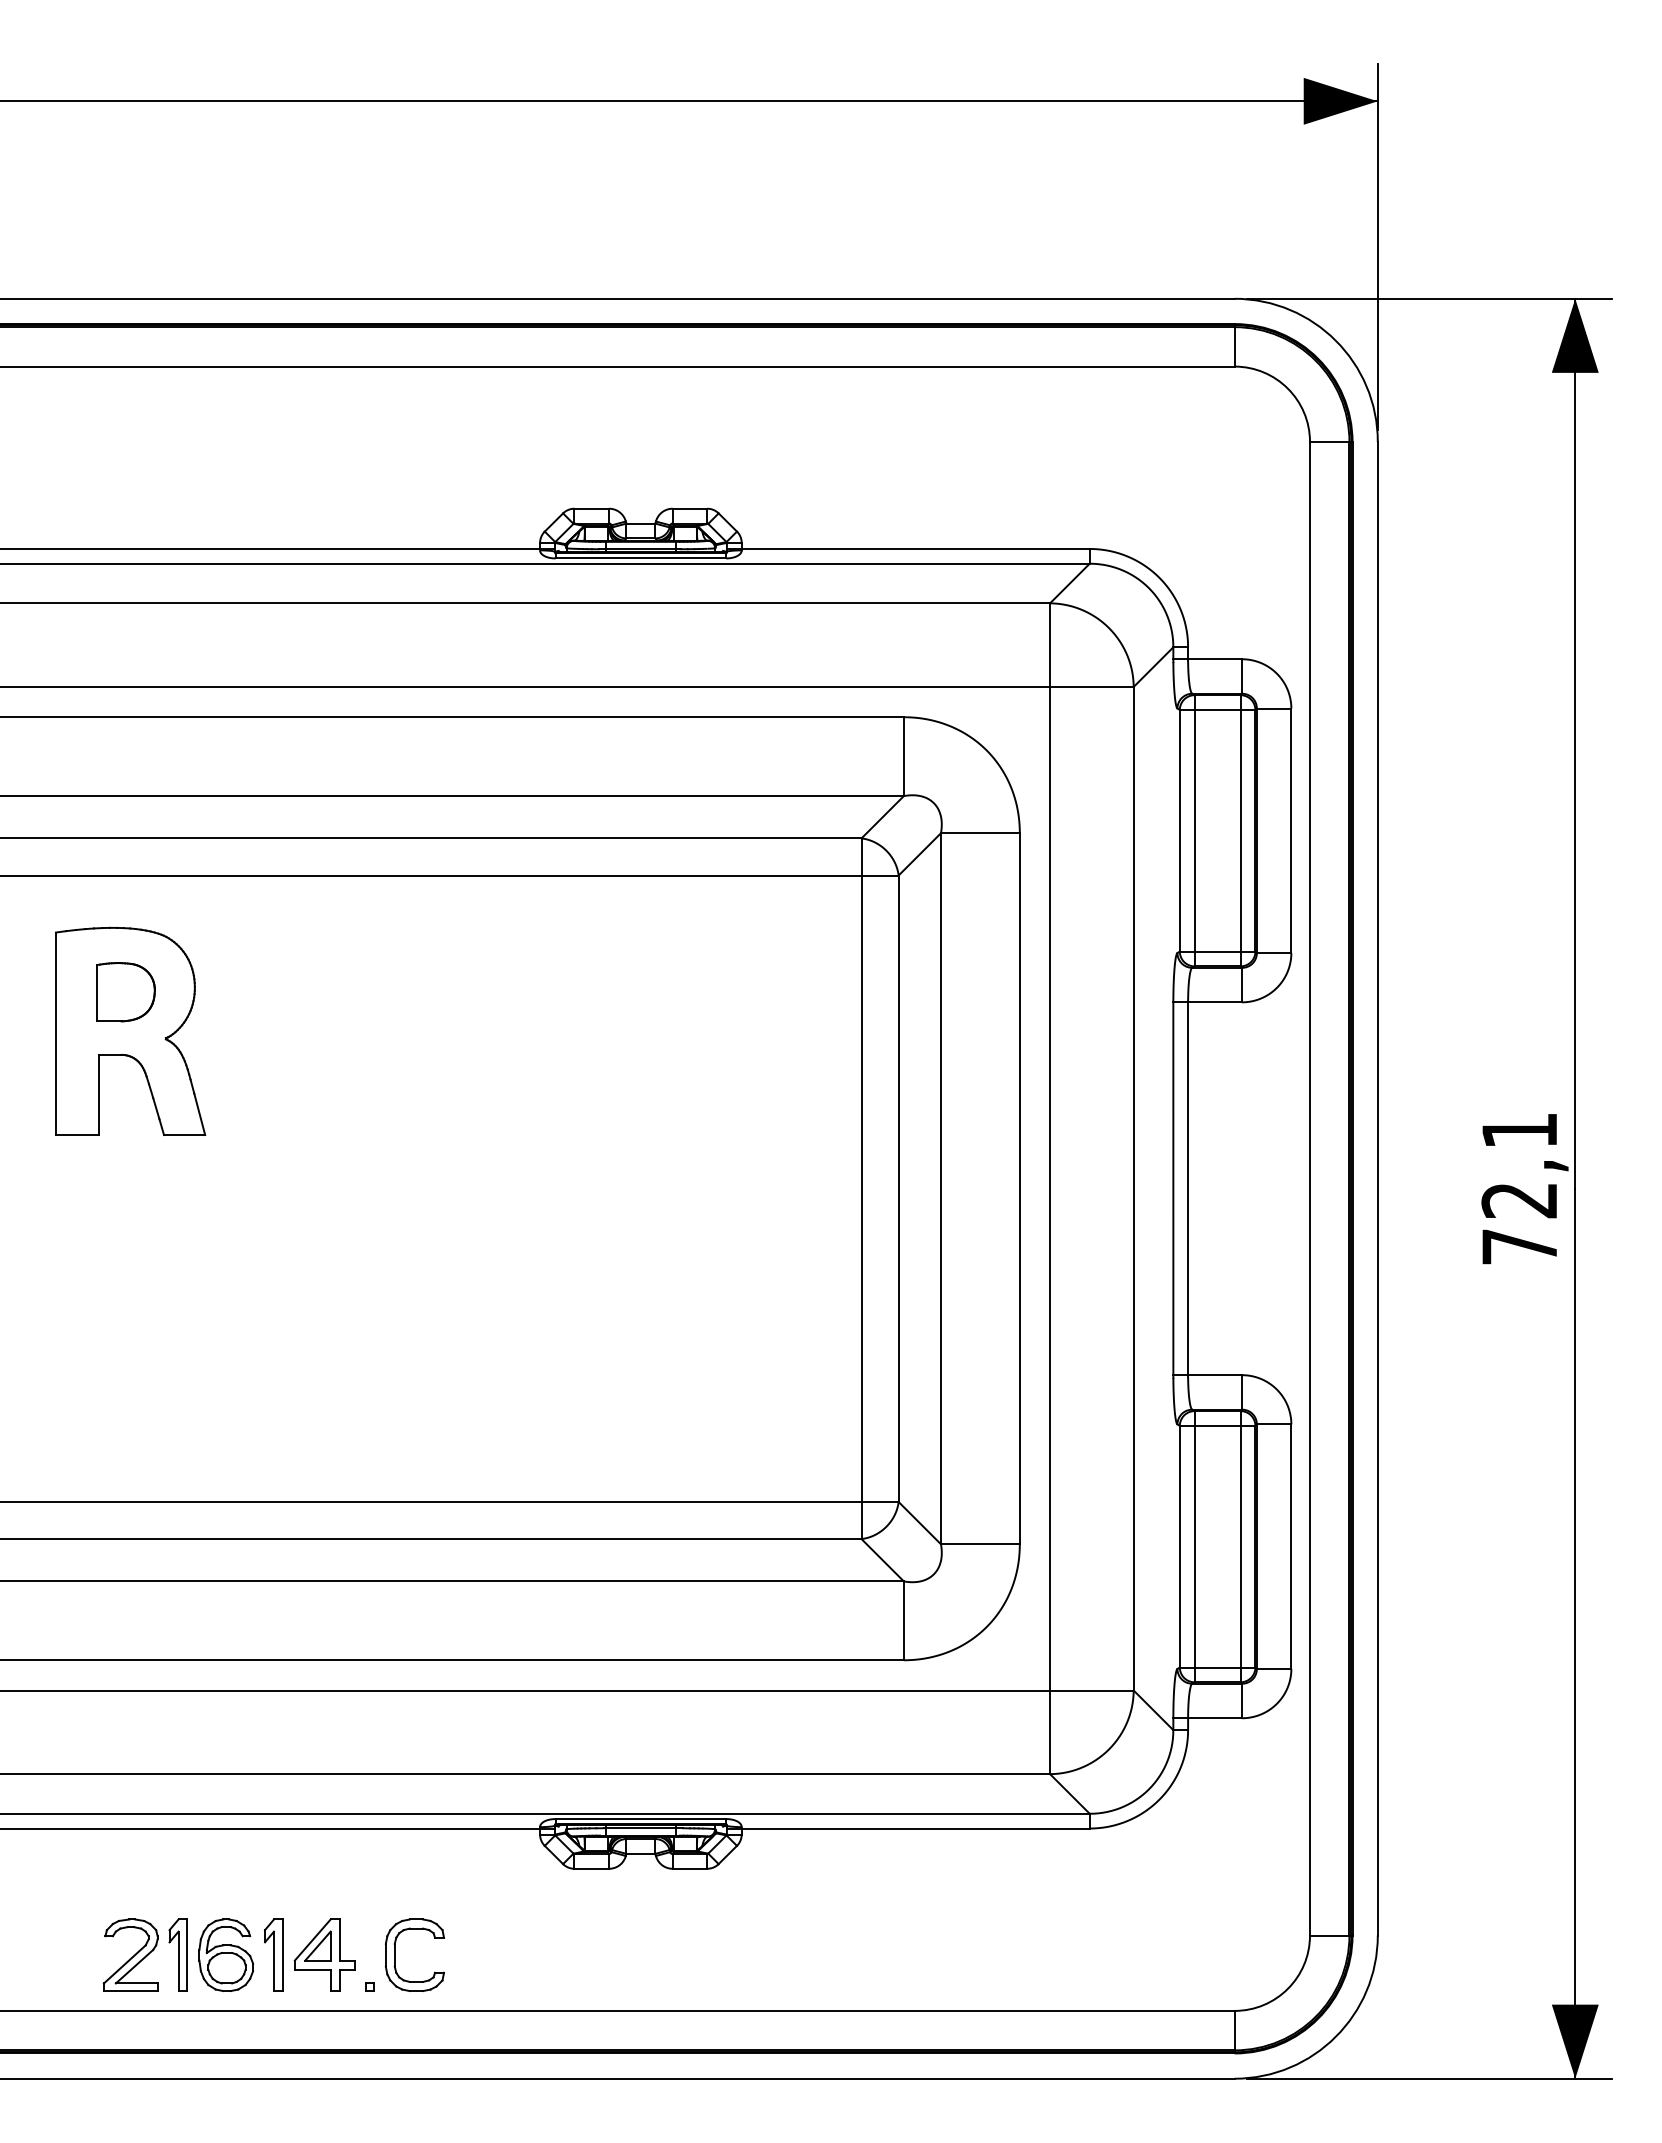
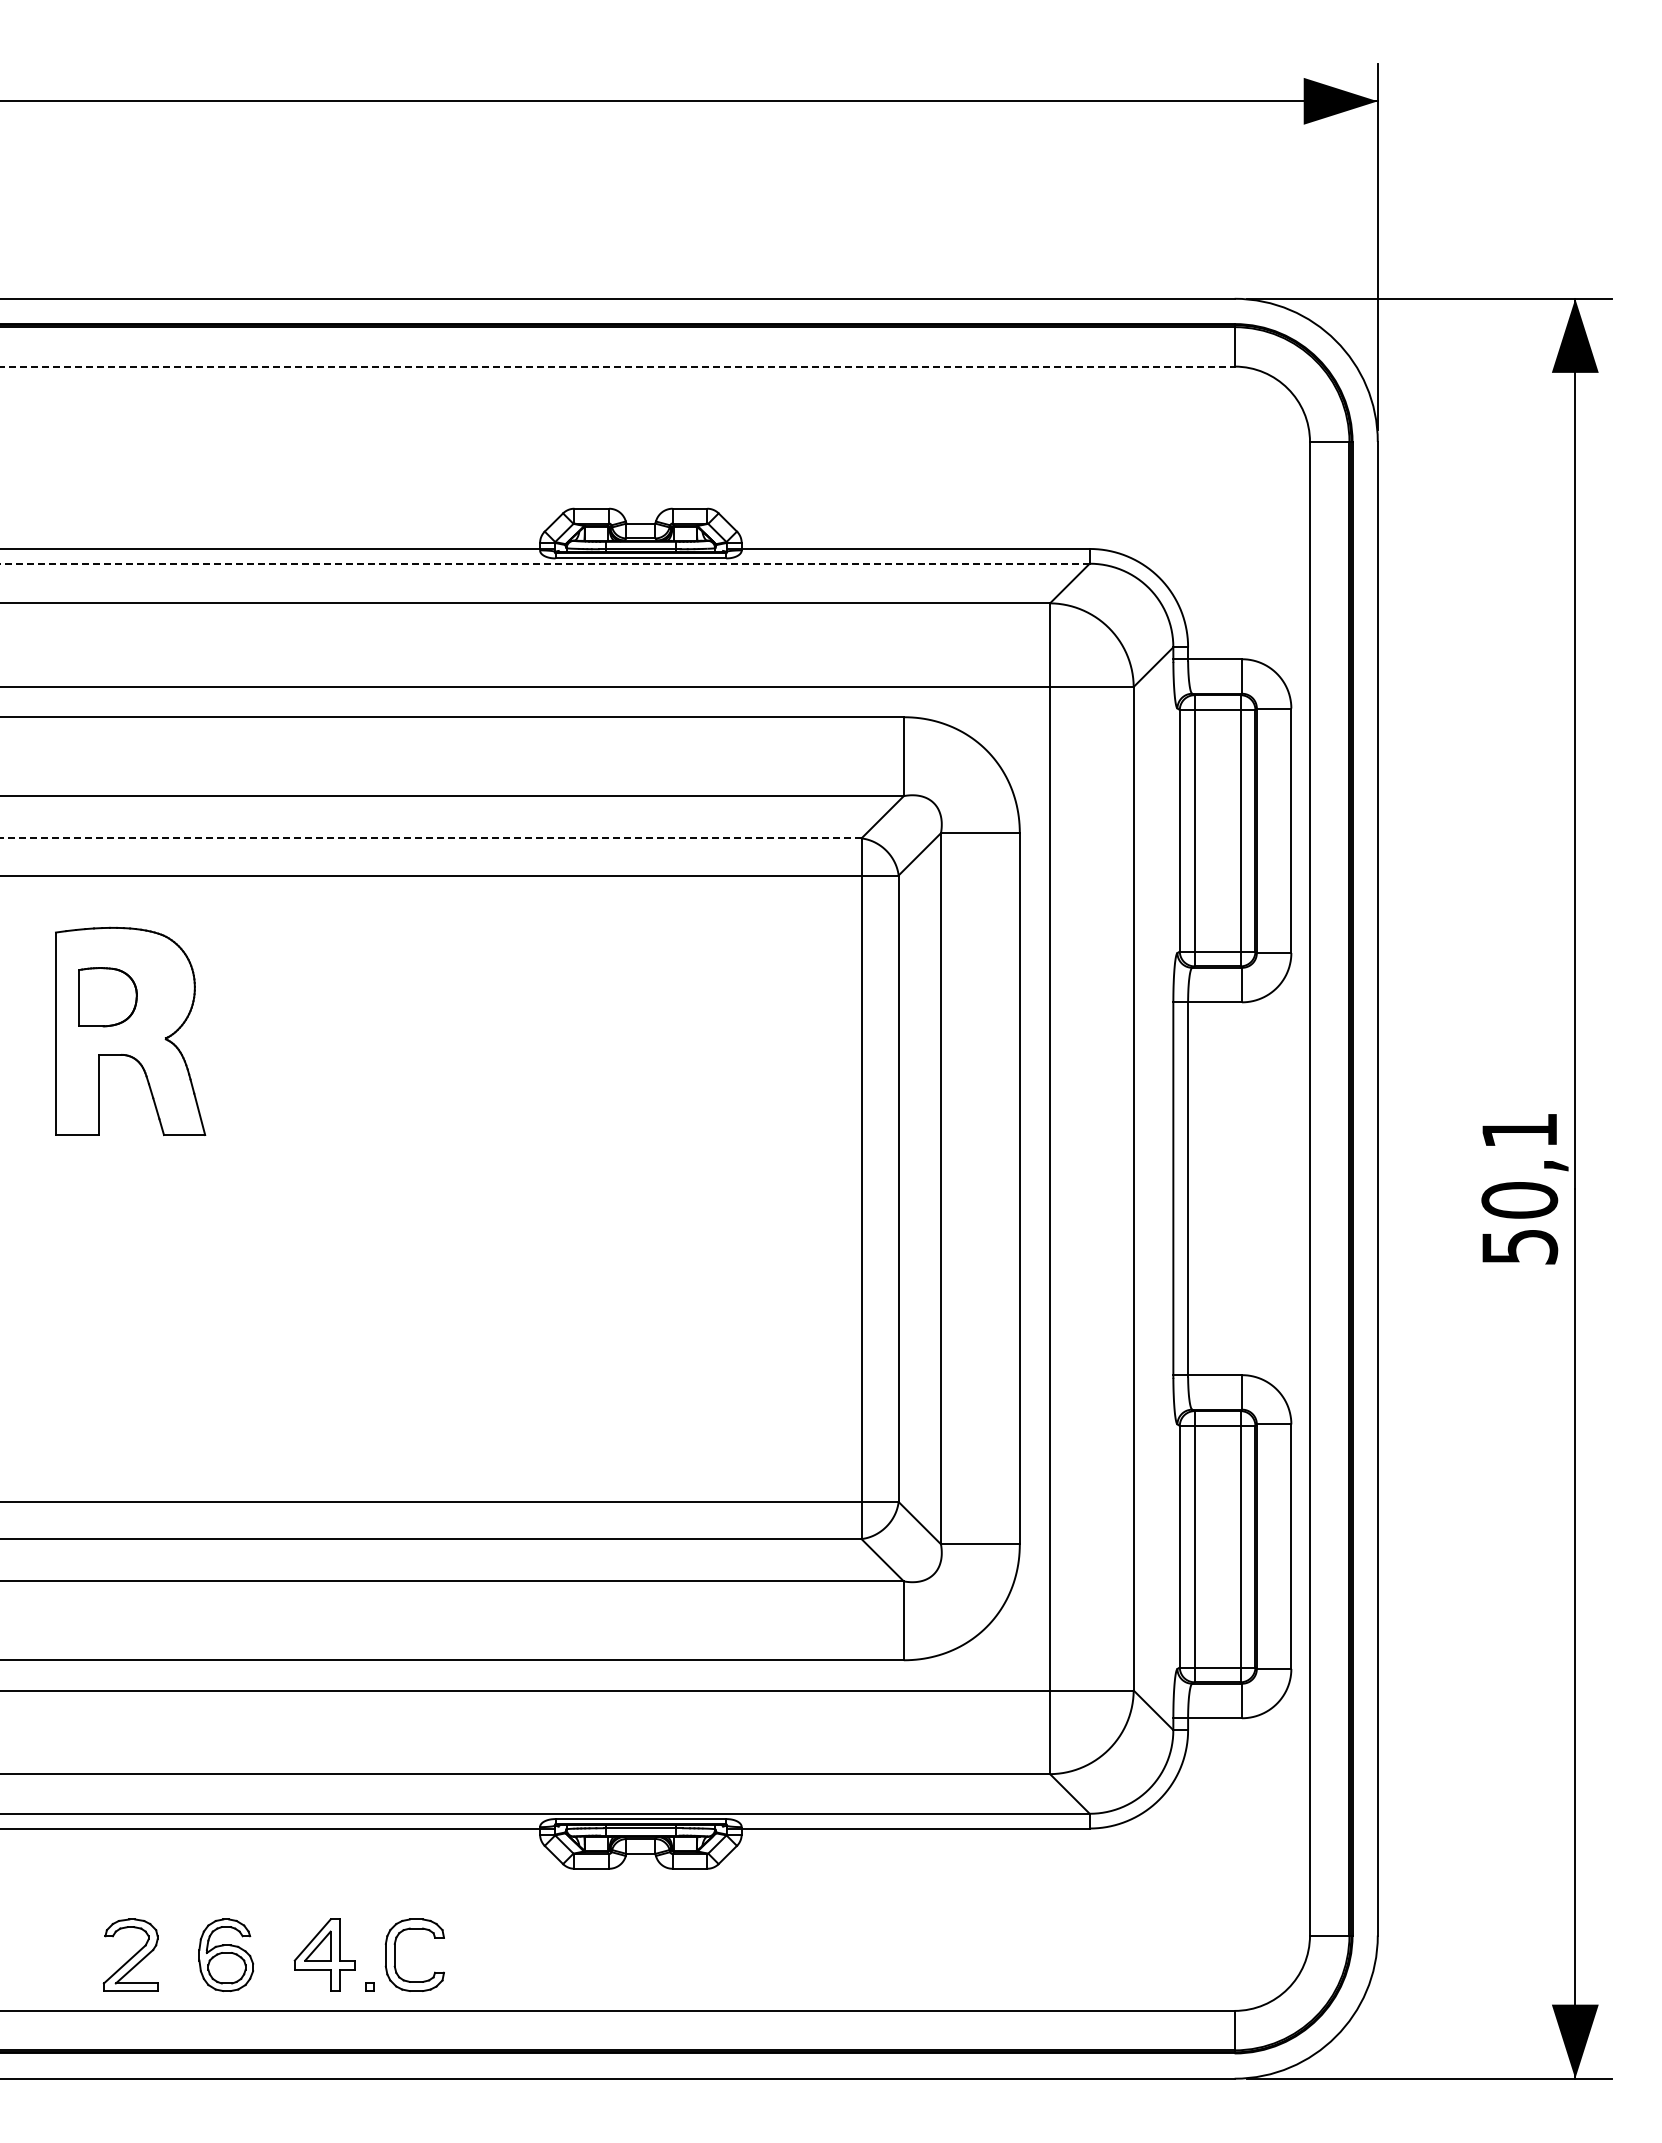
line at (617, 366): solid -> dashed
line at (545, 563): solid -> dashed
line at (431, 838): solid -> dashed
part at (125, 992) position: (125, 992) -> (107, 997)
text at (1519, 1223): 72,1 -> 50,1
part at (177, 1954): present -> none
part at (273, 1954): present -> none
